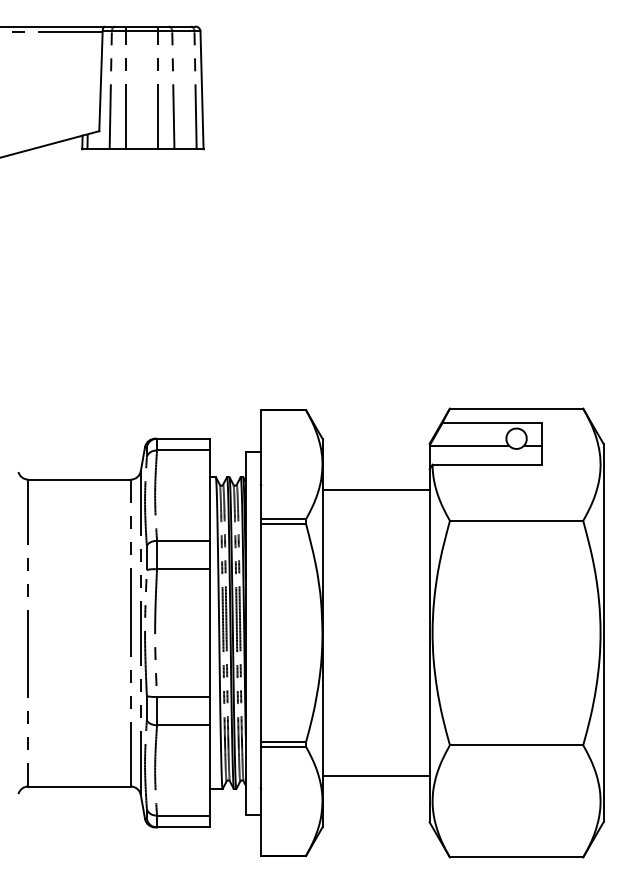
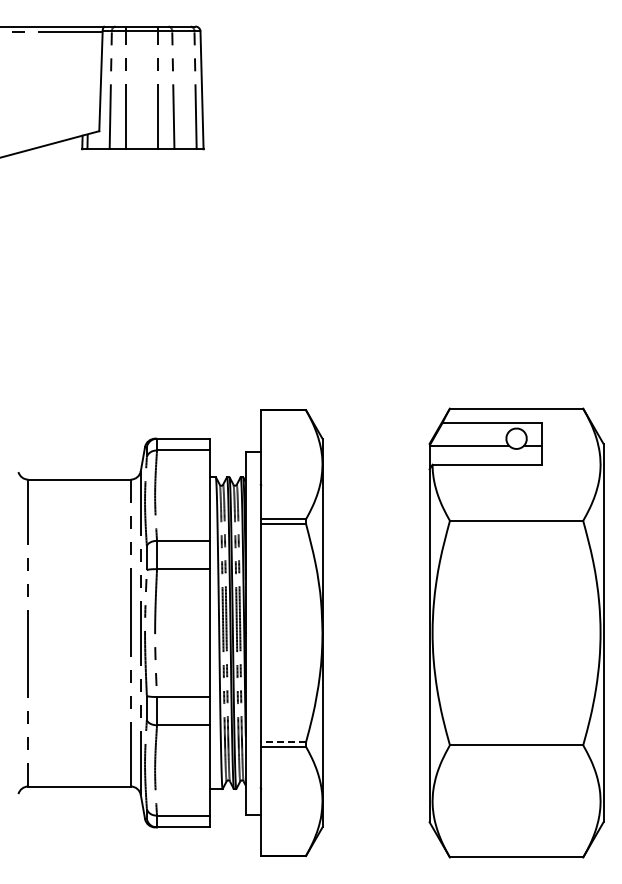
line at (375, 489): present -> none
line at (283, 742): solid -> dashed
line at (375, 776): present -> none
